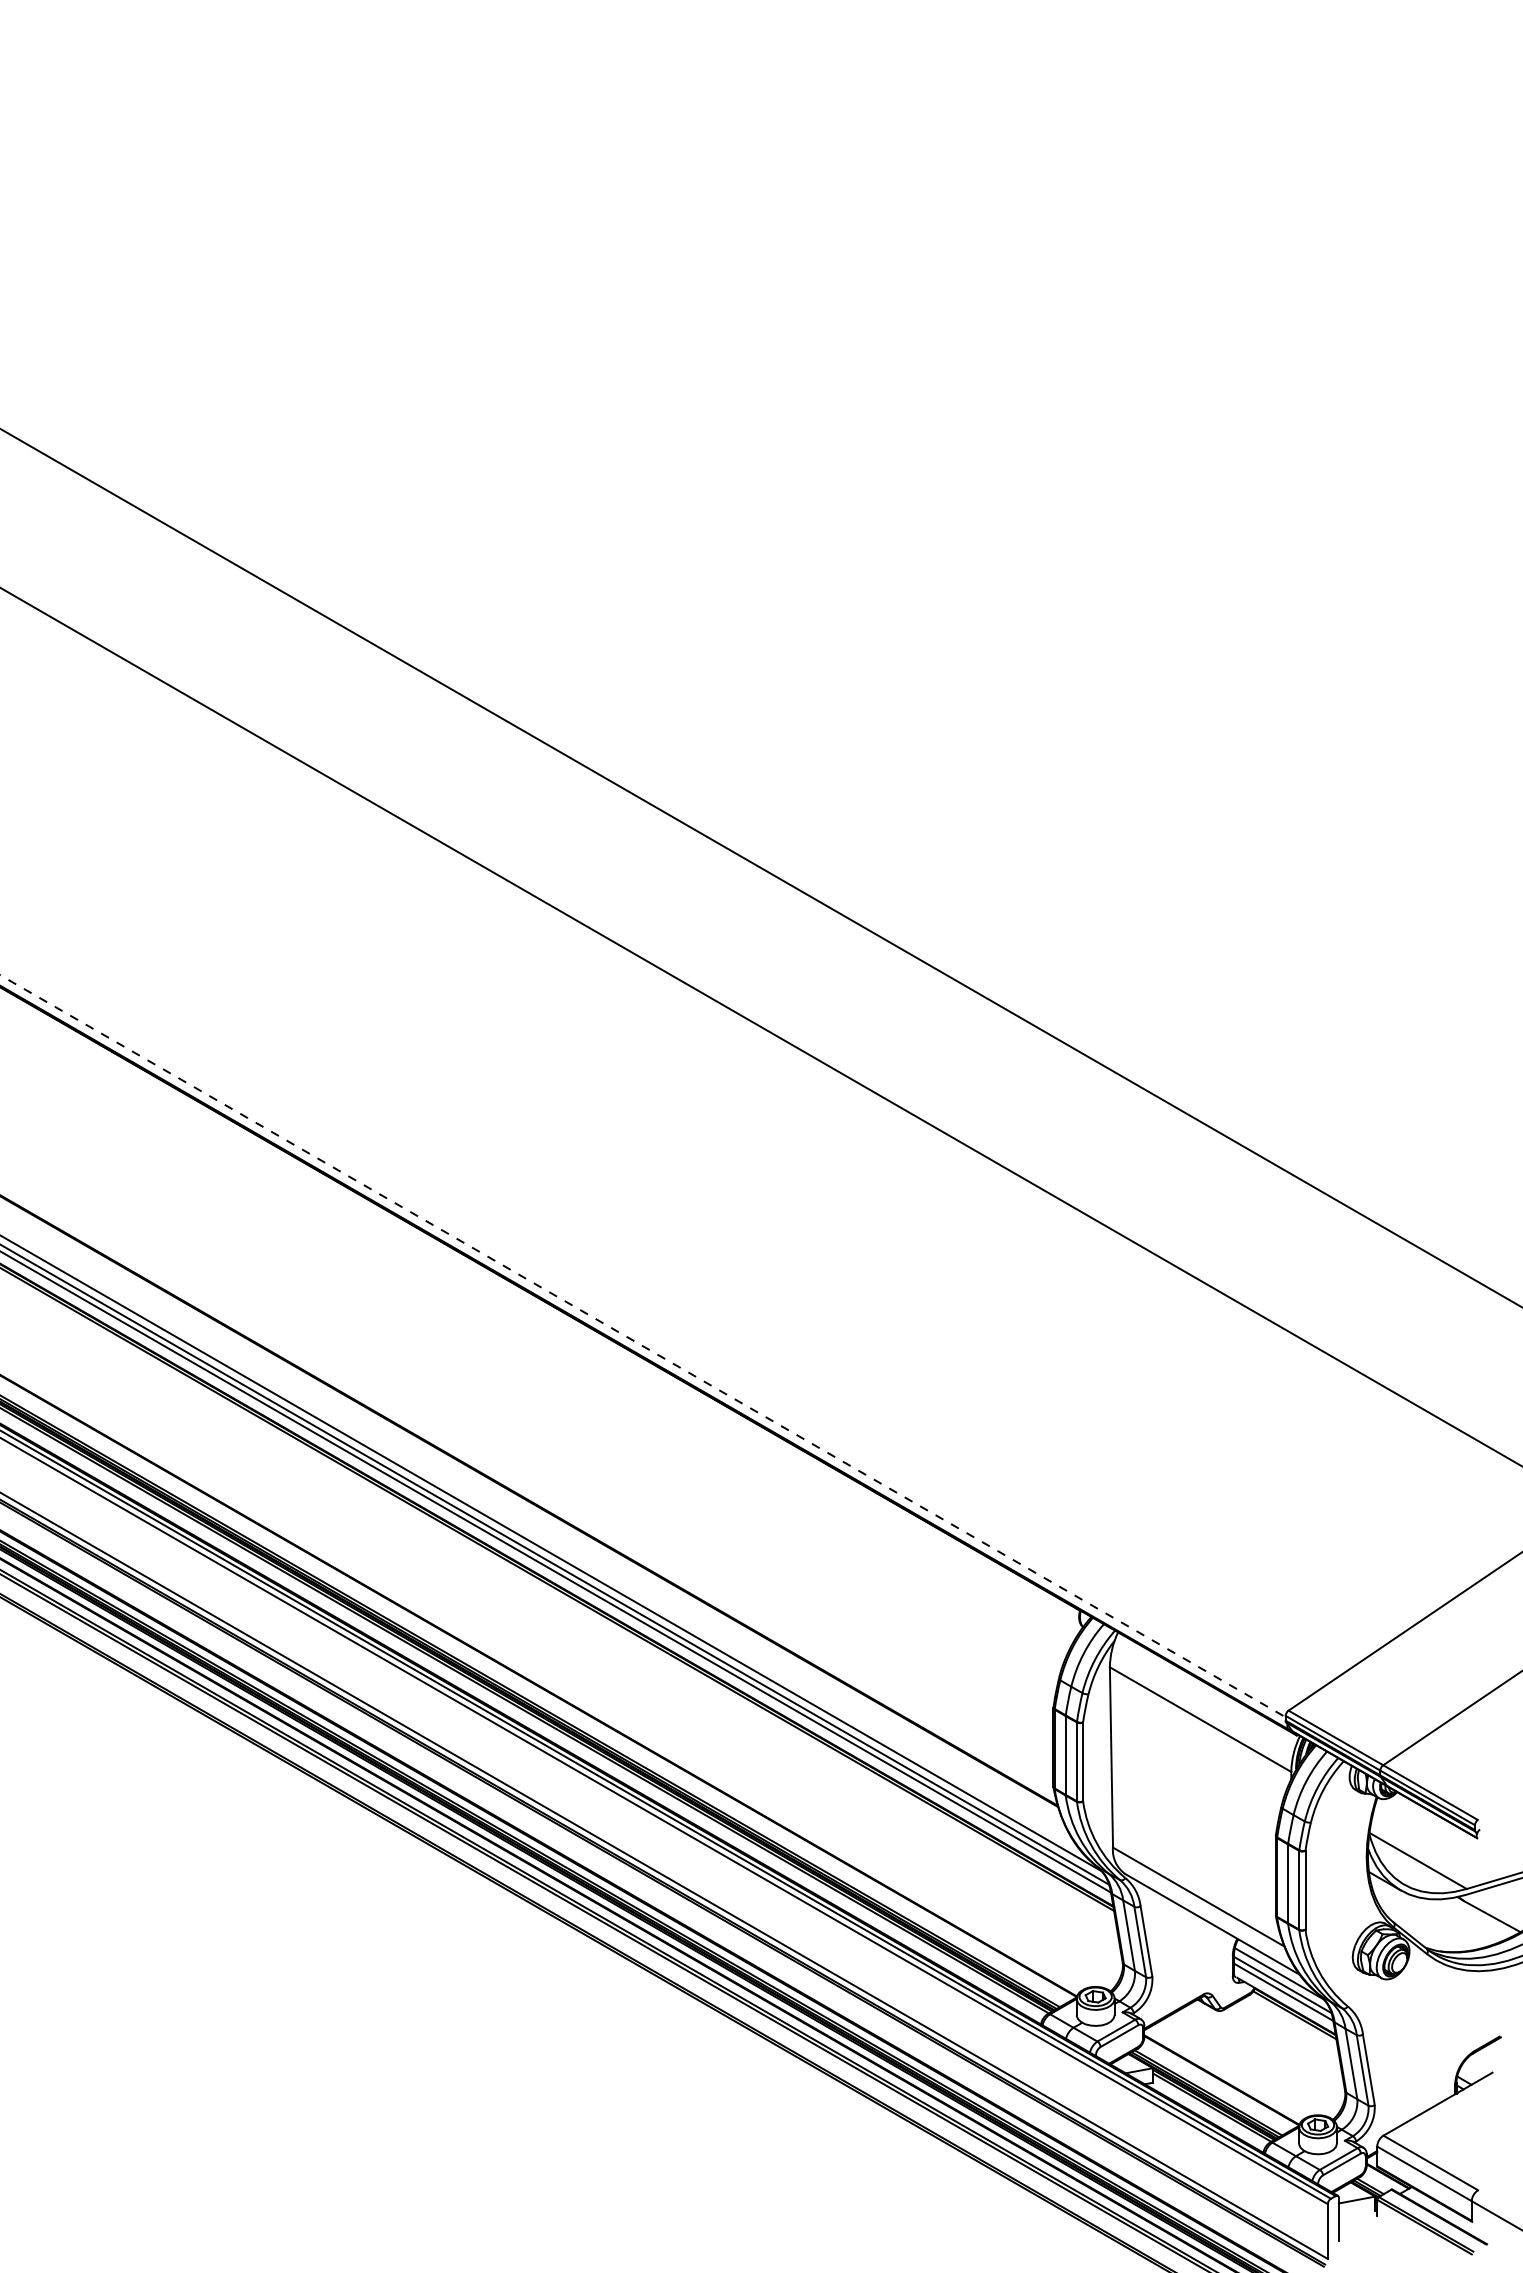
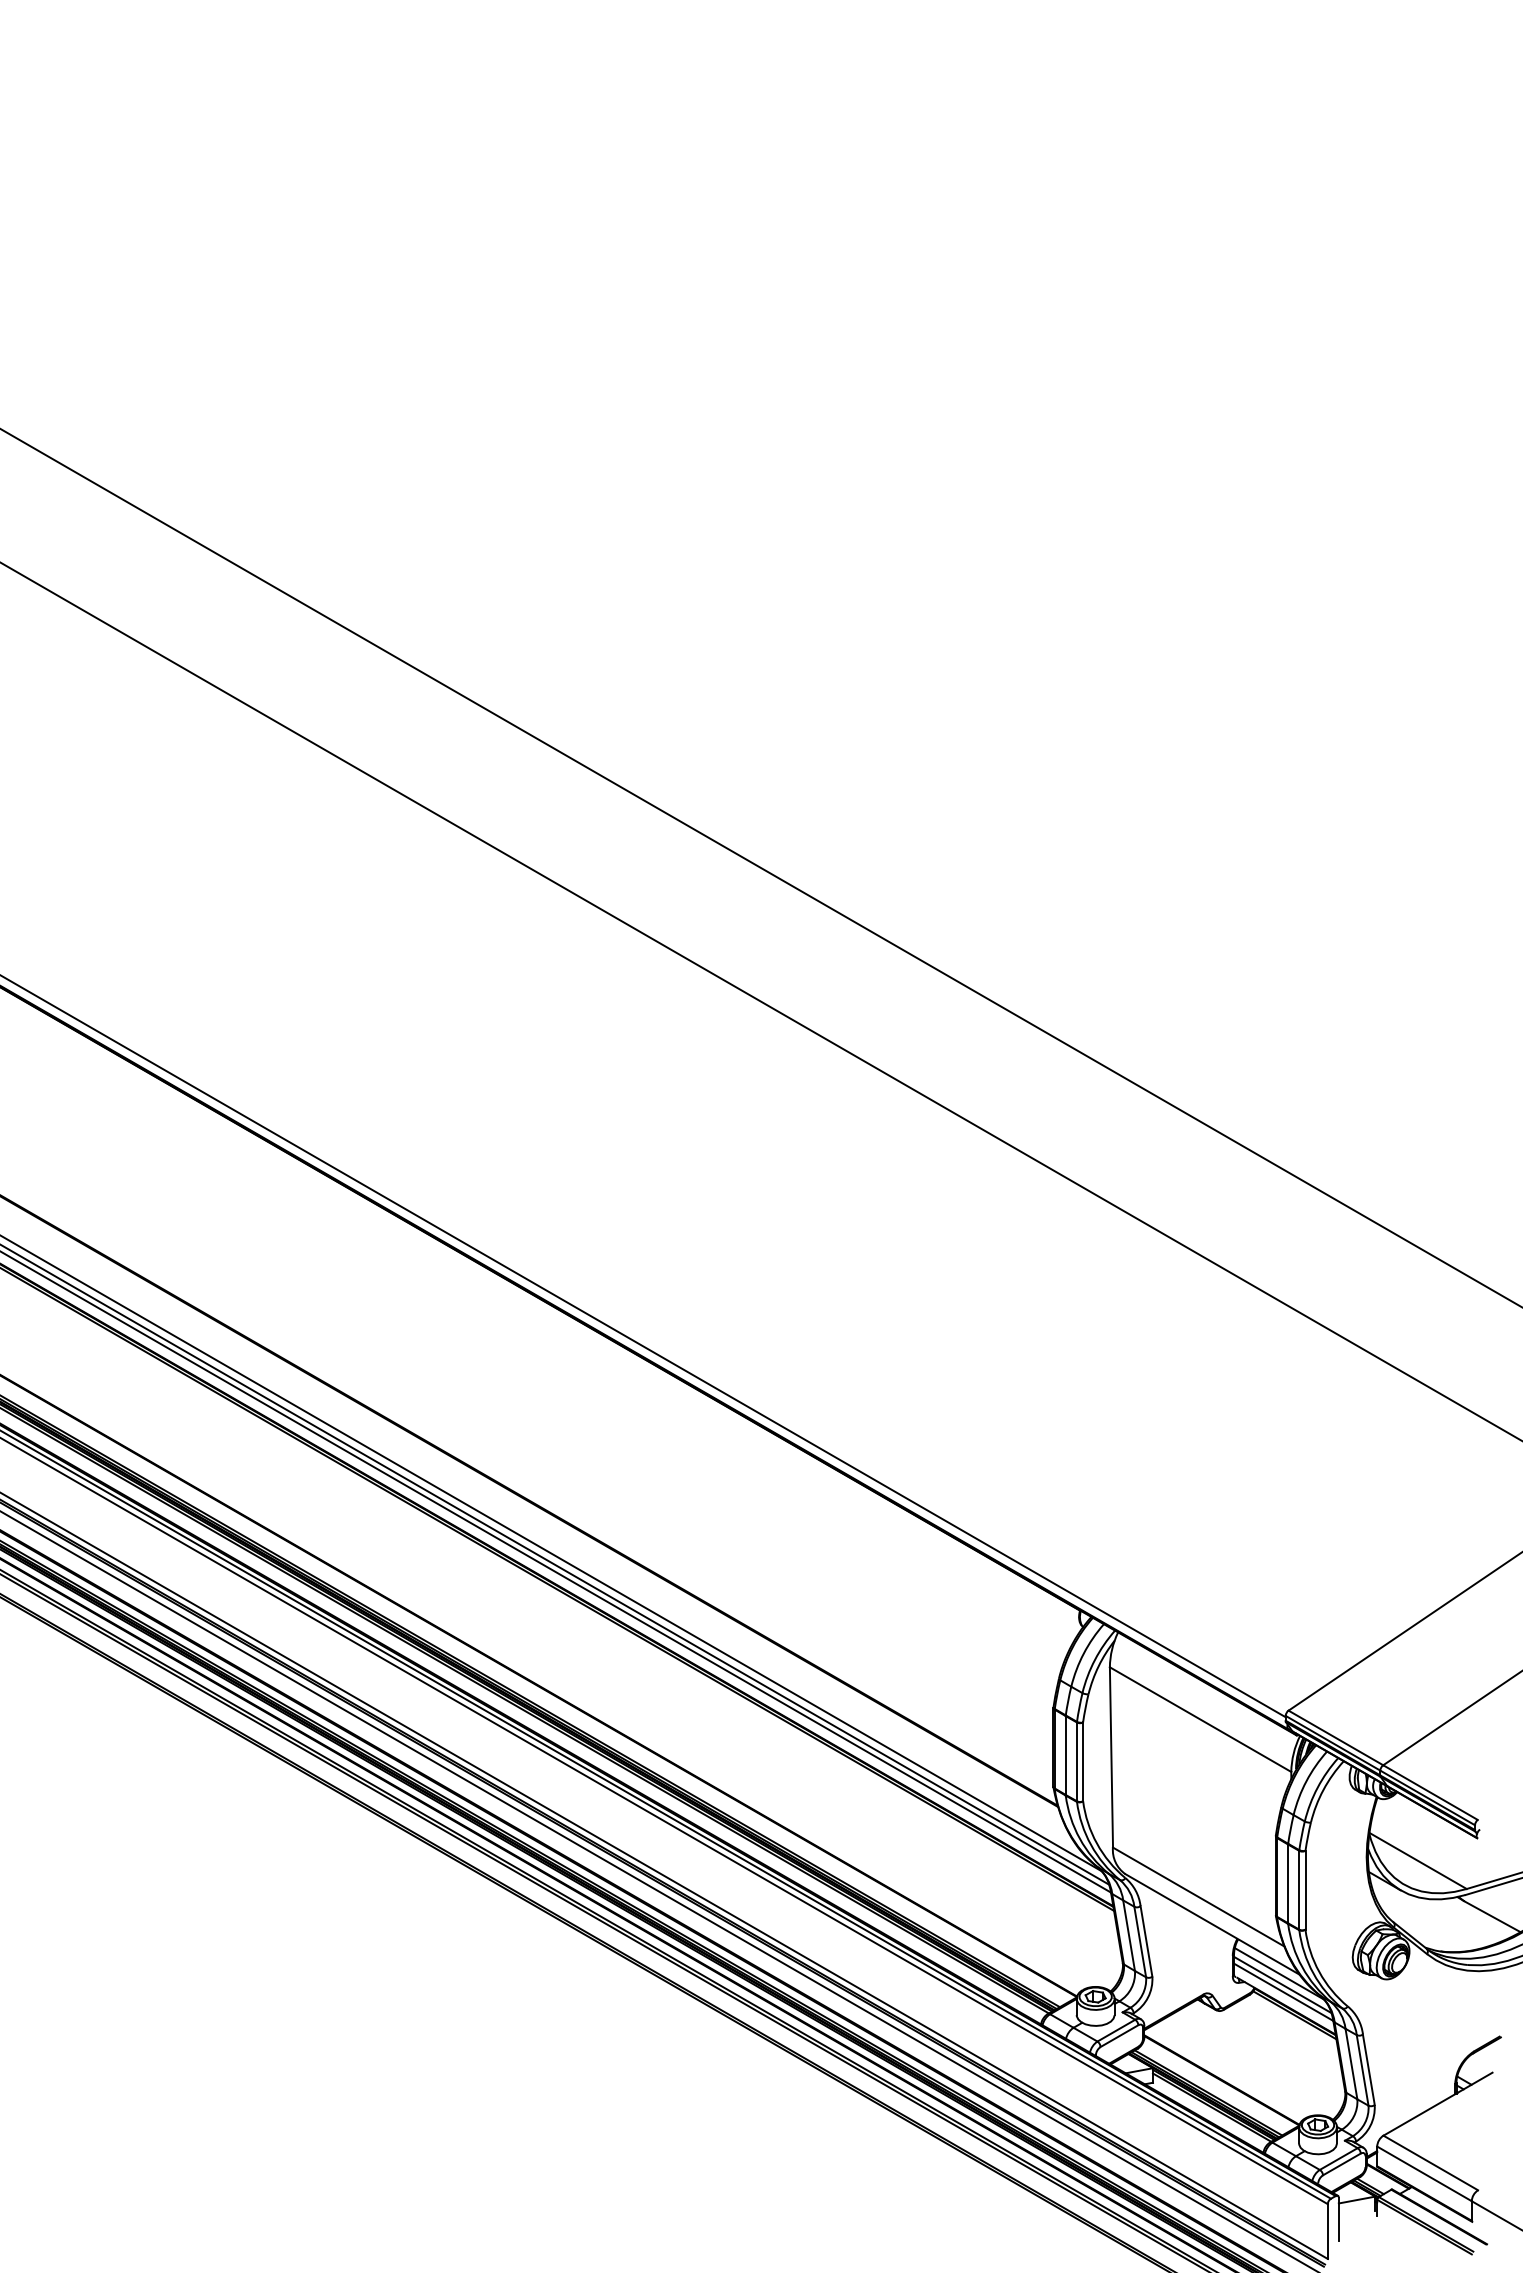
line at (760, 1026) position: (760, 1026) -> (760, 1001)
line at (643, 1346): dashed -> solid
line at (658, 1890): none -> present
